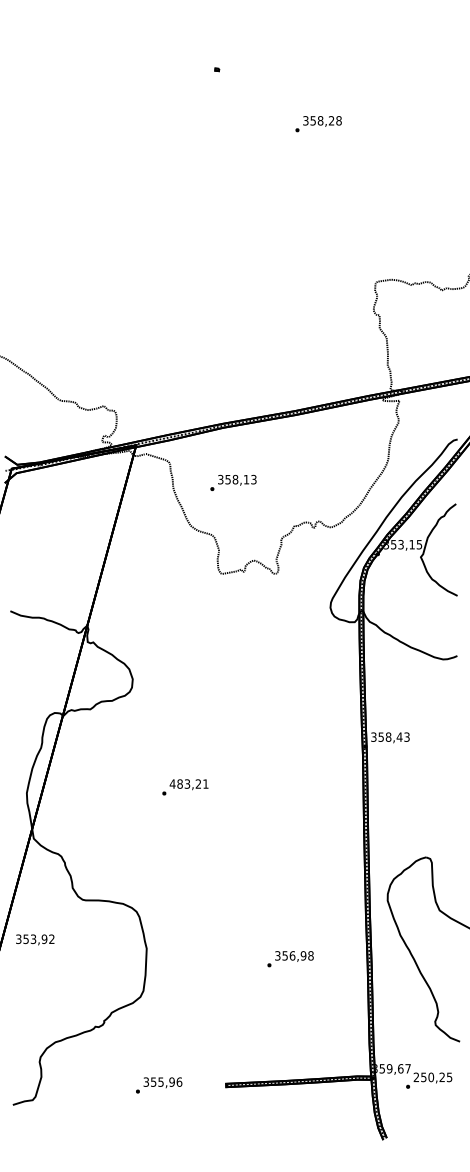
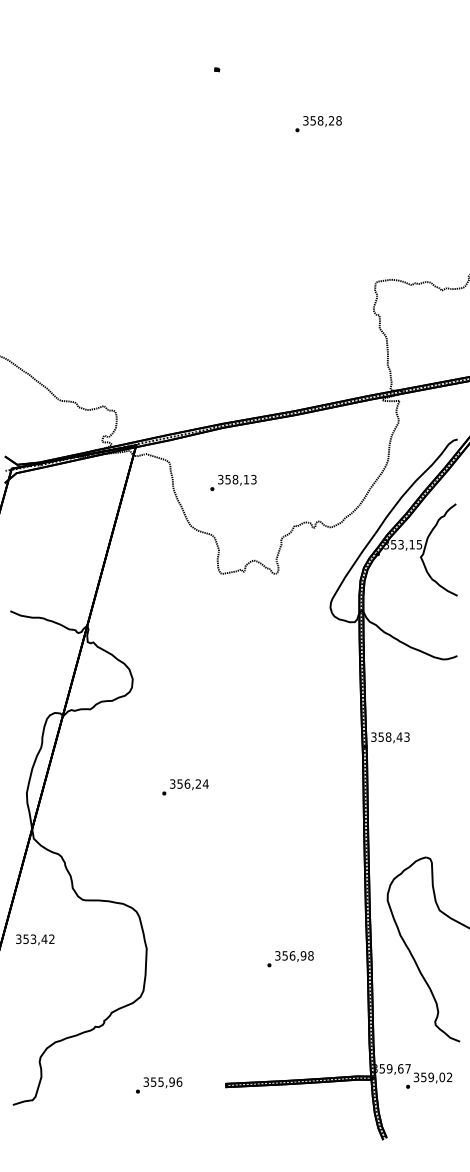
text at (188, 783): 483,21 -> 356,24
text at (44, 939): 353,92 -> 353,42
text at (432, 1077): 250,25 -> 359,02
